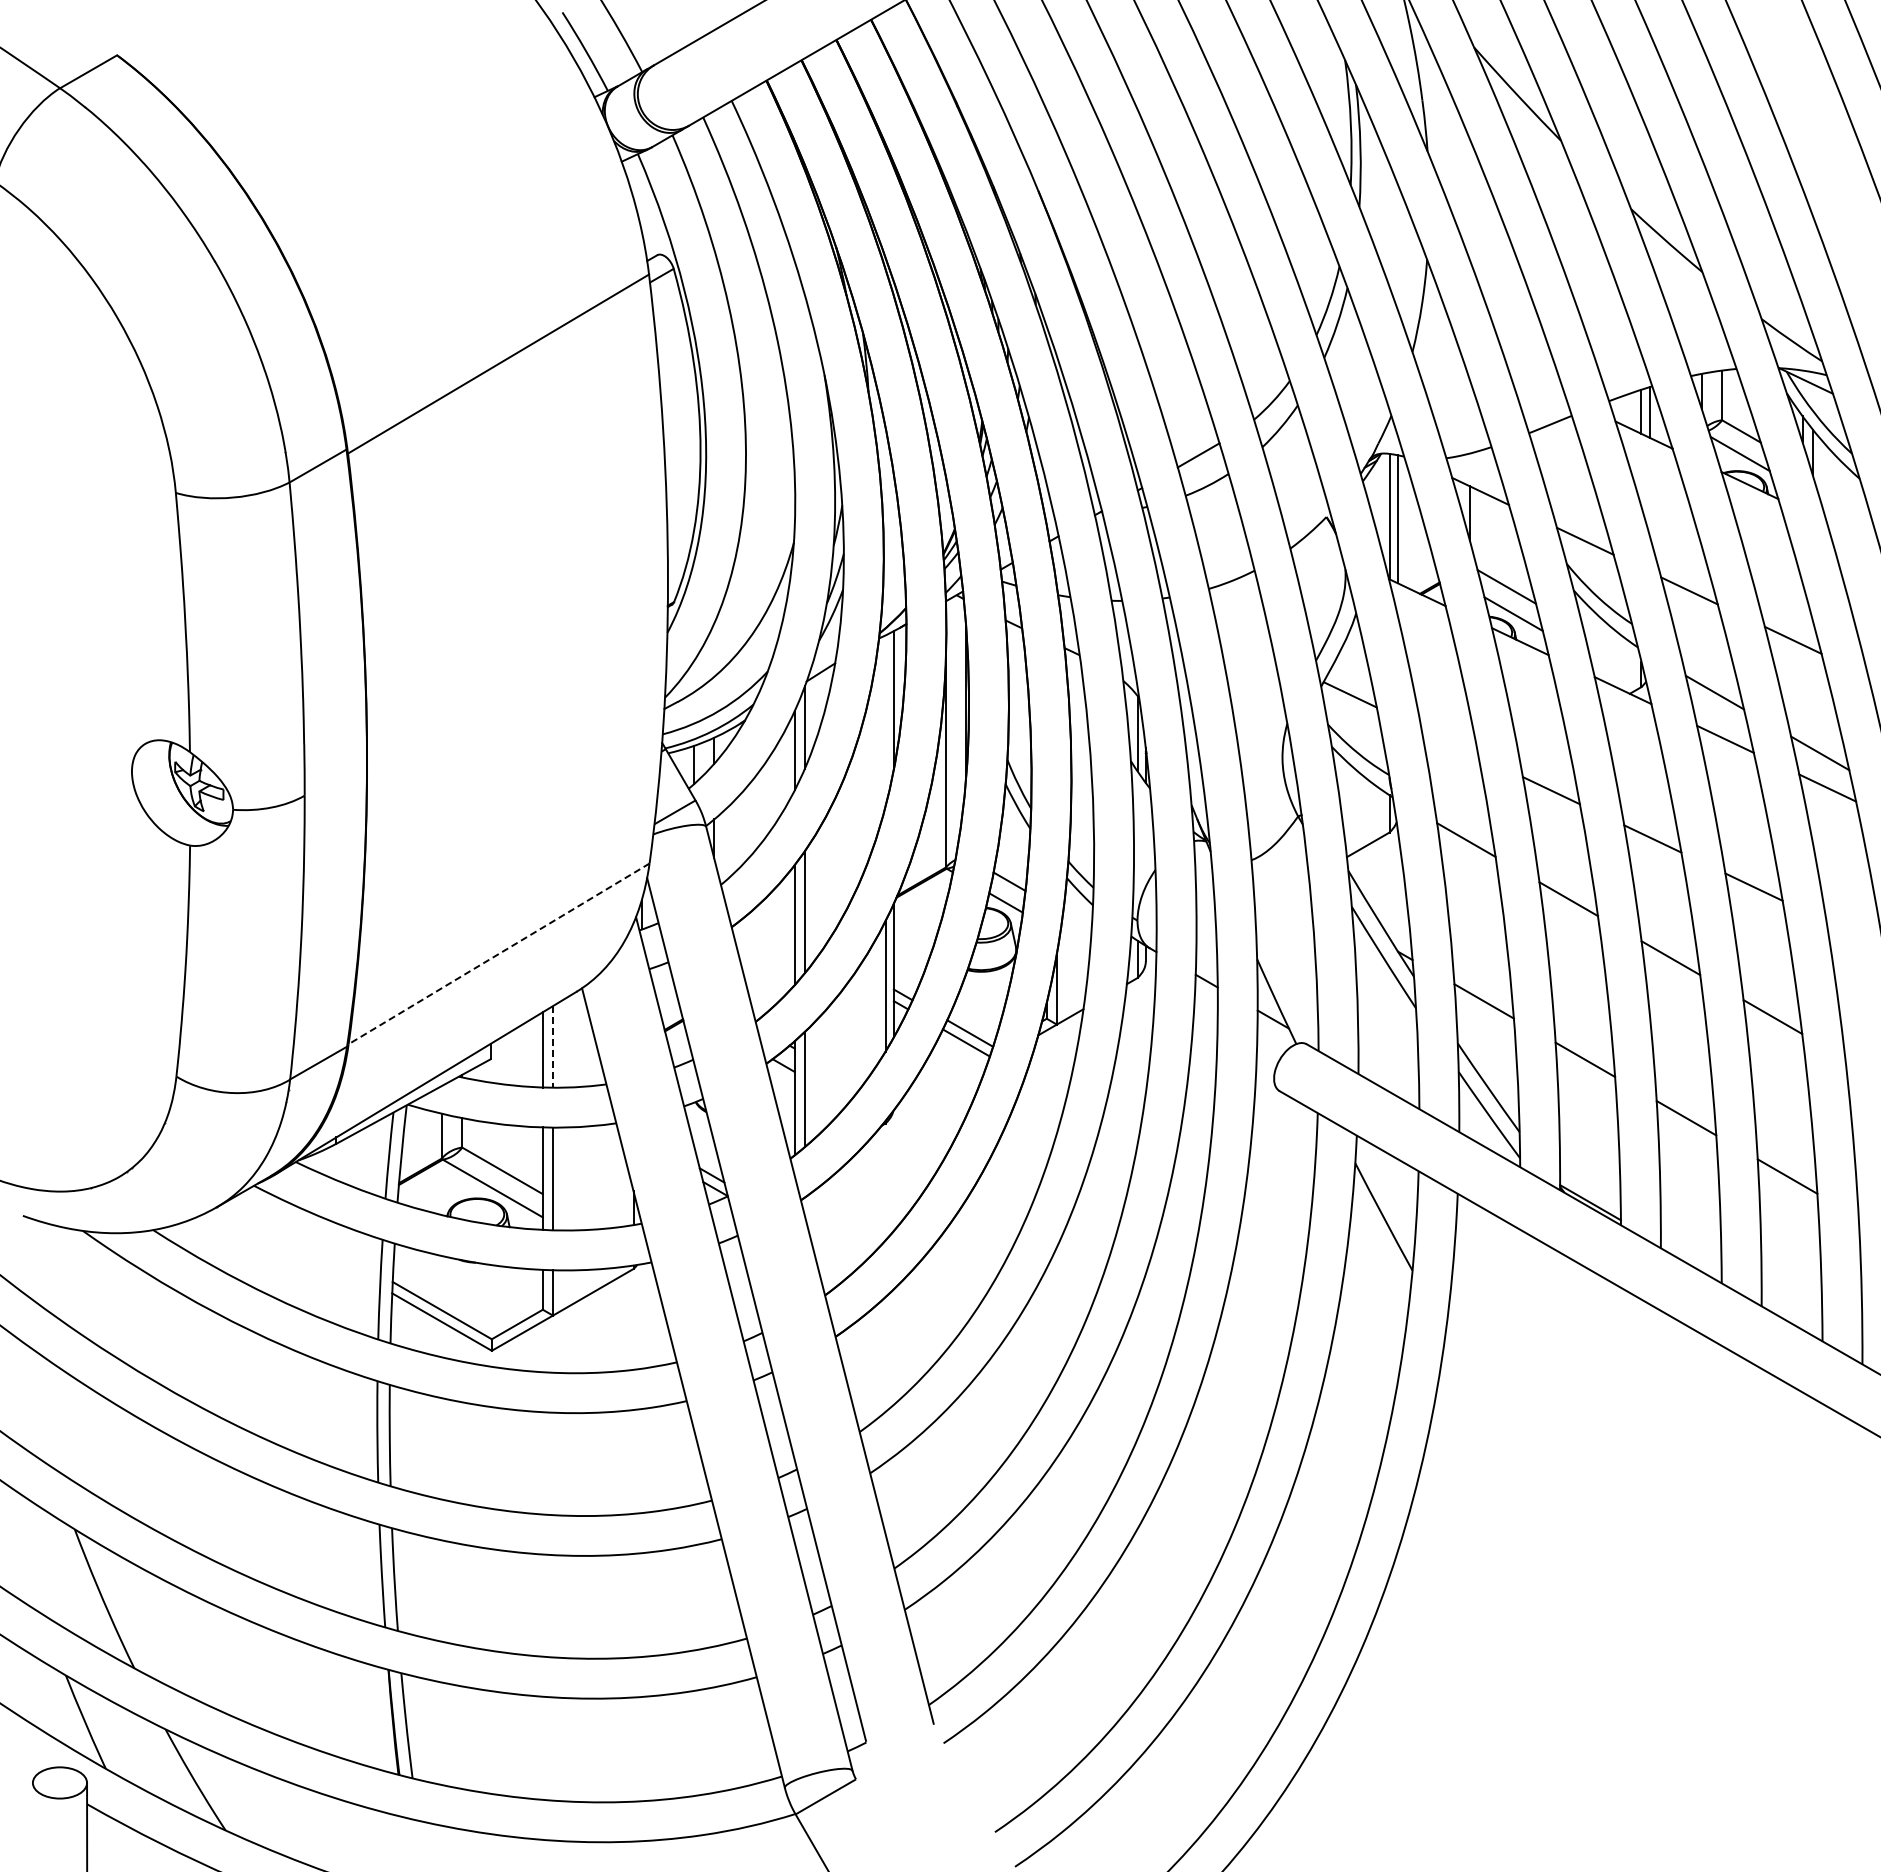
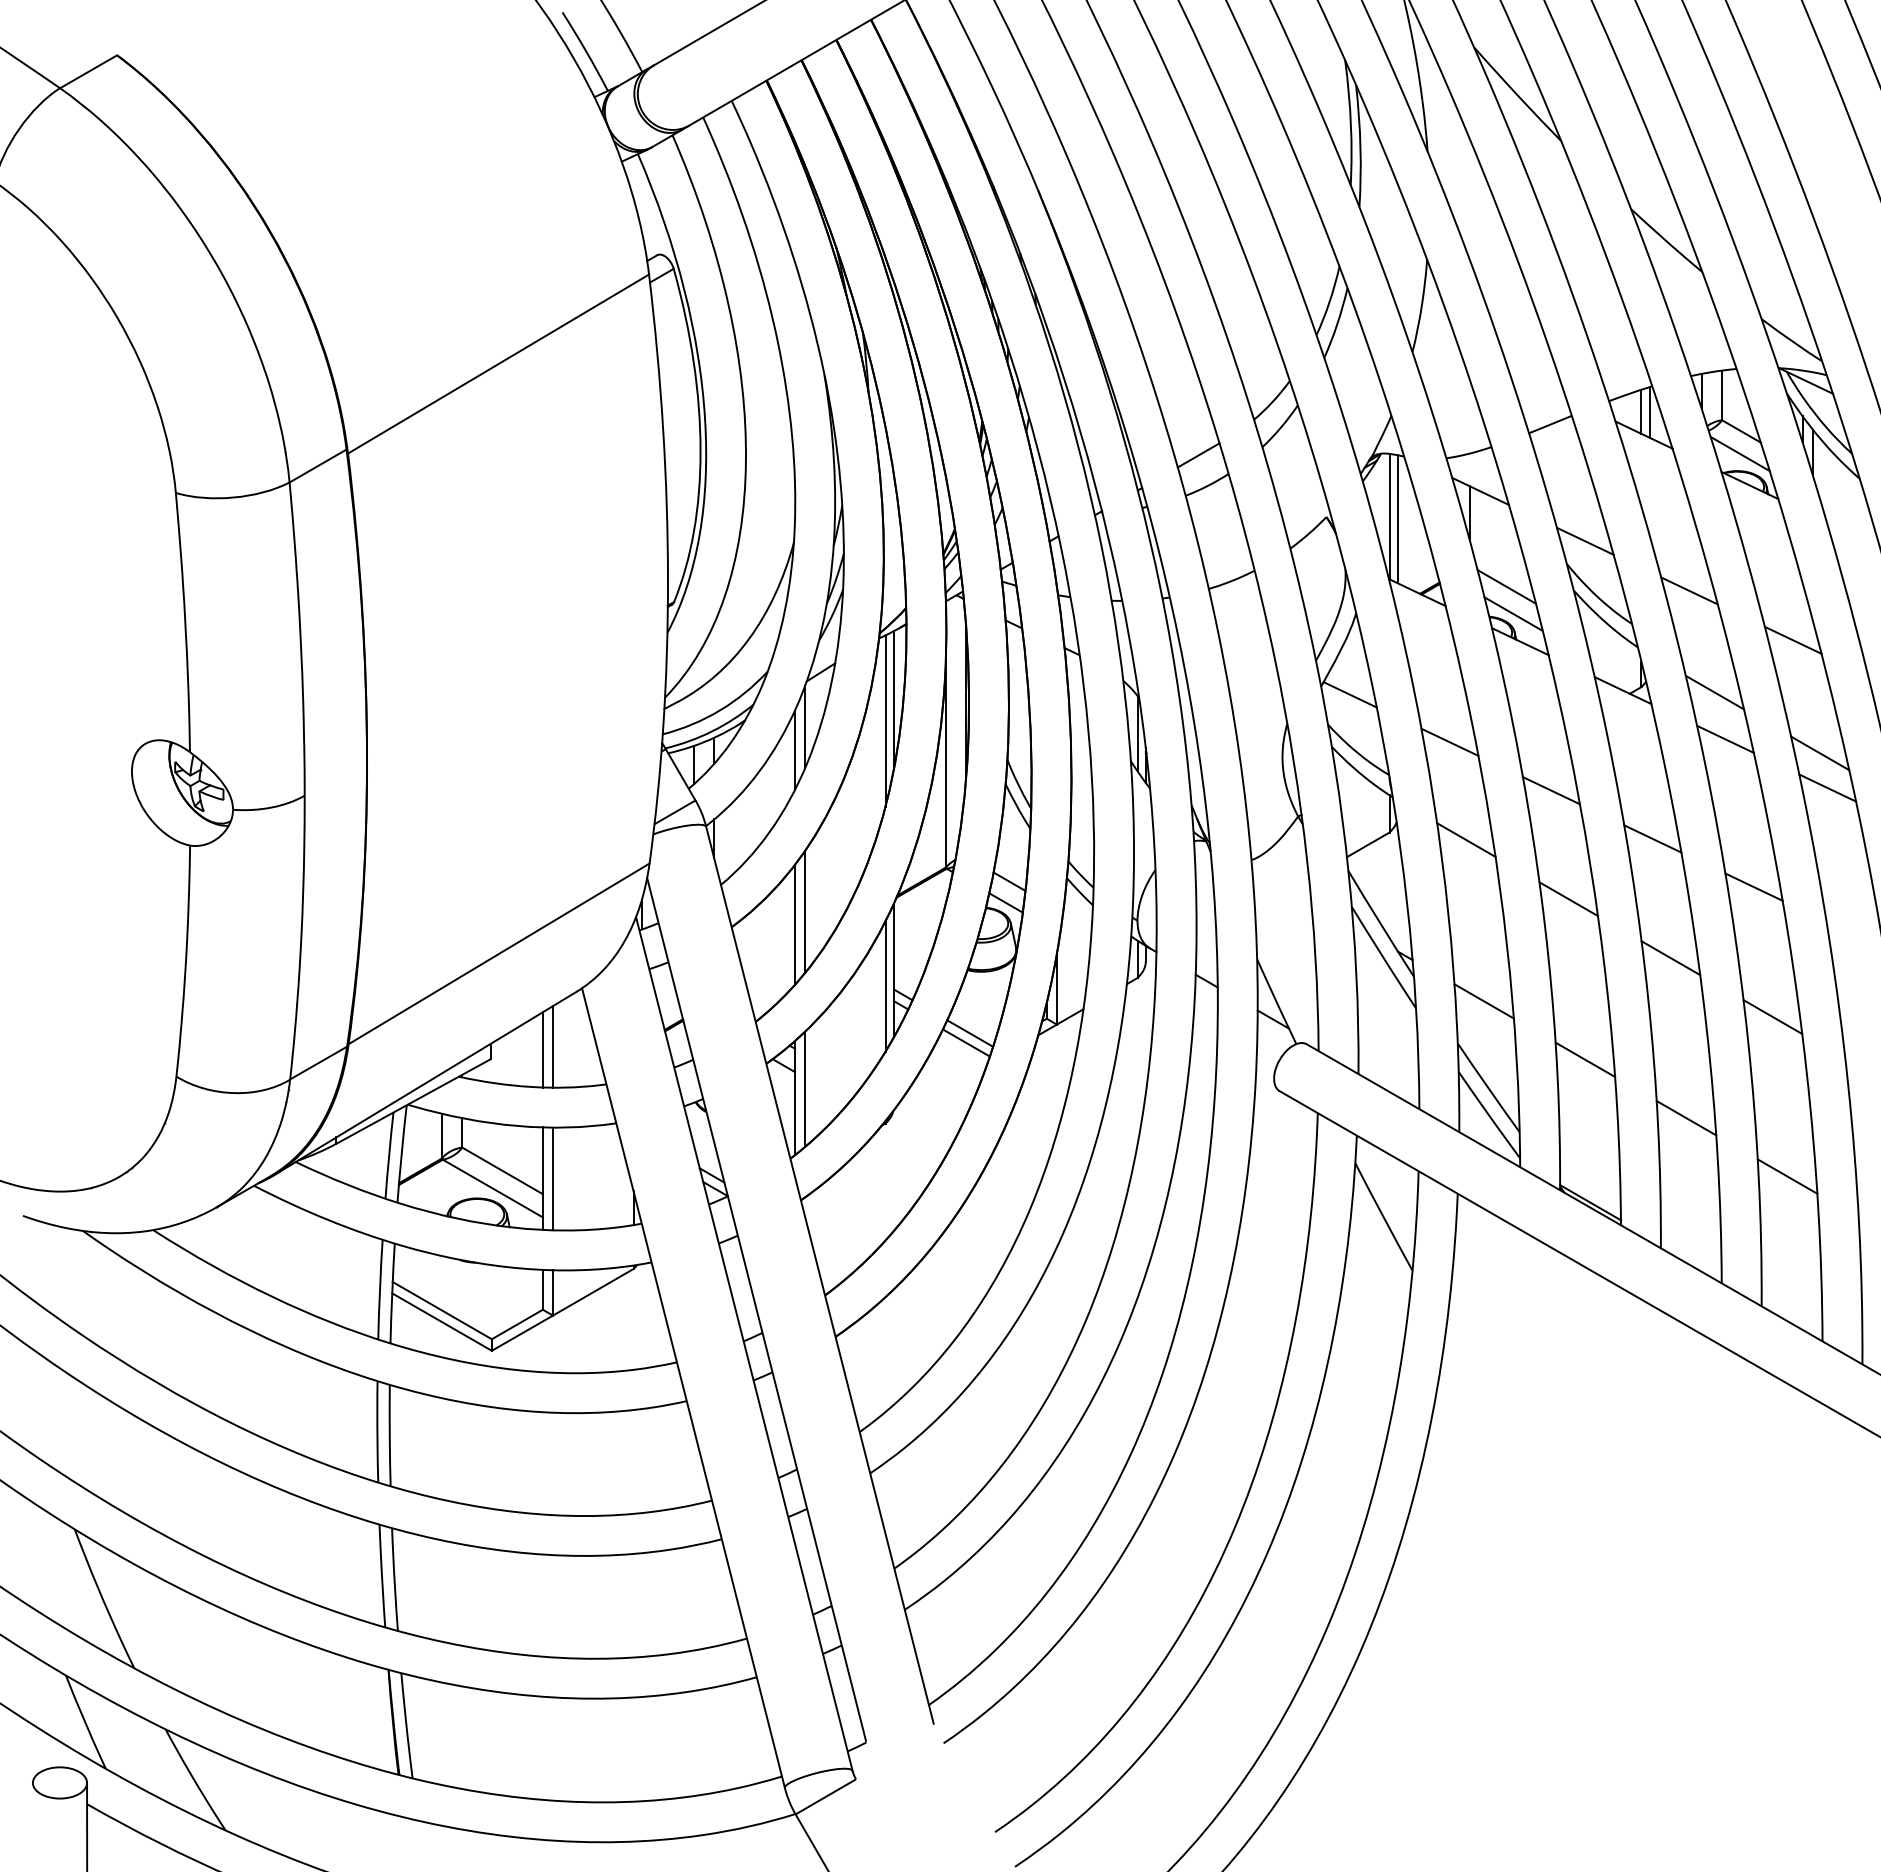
line at (885, 720): none -> present
line at (1449, 741): none -> present
line at (499, 953): dashed -> solid
line at (553, 1046): dashed -> solid
